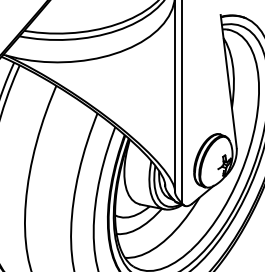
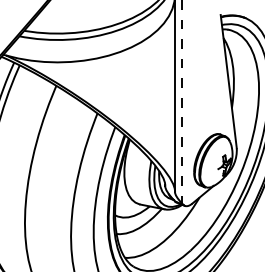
line at (182, 101): solid -> dashed
